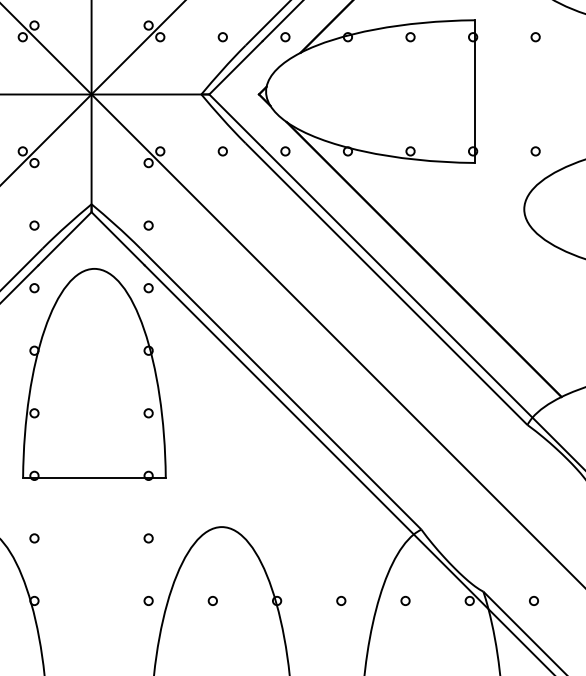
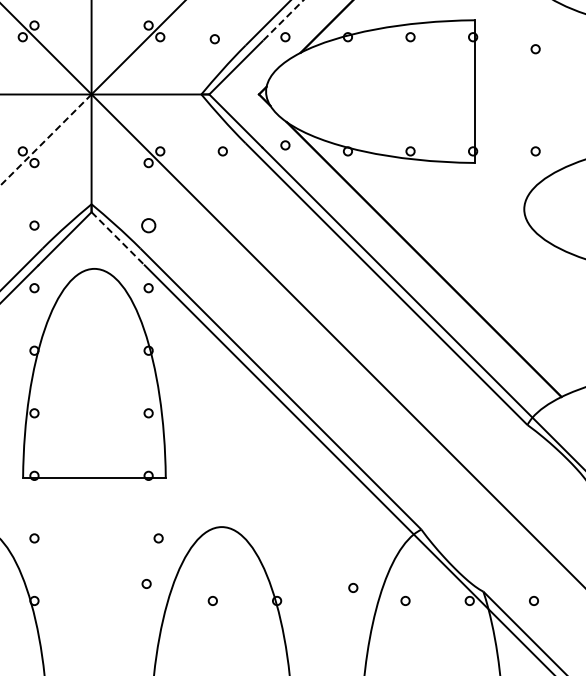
line at (283, 20): solid -> dashed
circle at (222, 37) position: (222, 37) -> (214, 39)
circle at (535, 37) position: (535, 37) -> (535, 49)
line at (45, 140): solid -> dashed
circle at (285, 151) position: (285, 151) -> (285, 145)
circle at (148, 225) size: 11x11 px -> 16x16 px
line at (118, 238): solid -> dashed
circle at (148, 538) position: (148, 538) -> (158, 538)
circle at (148, 600) position: (148, 600) -> (146, 583)
circle at (341, 600) position: (341, 600) -> (353, 587)
